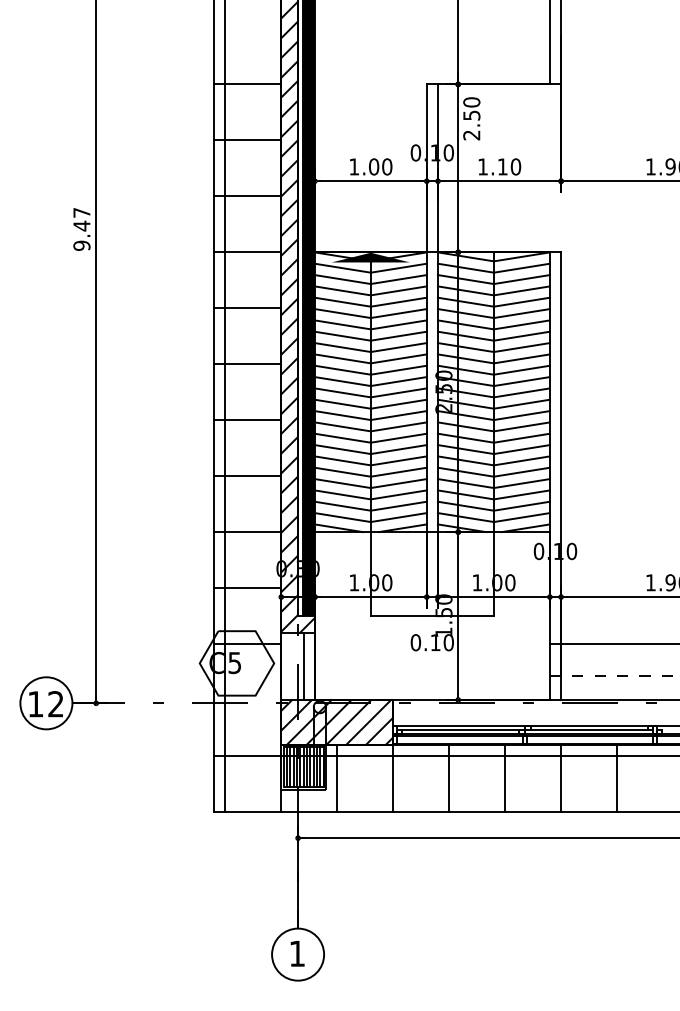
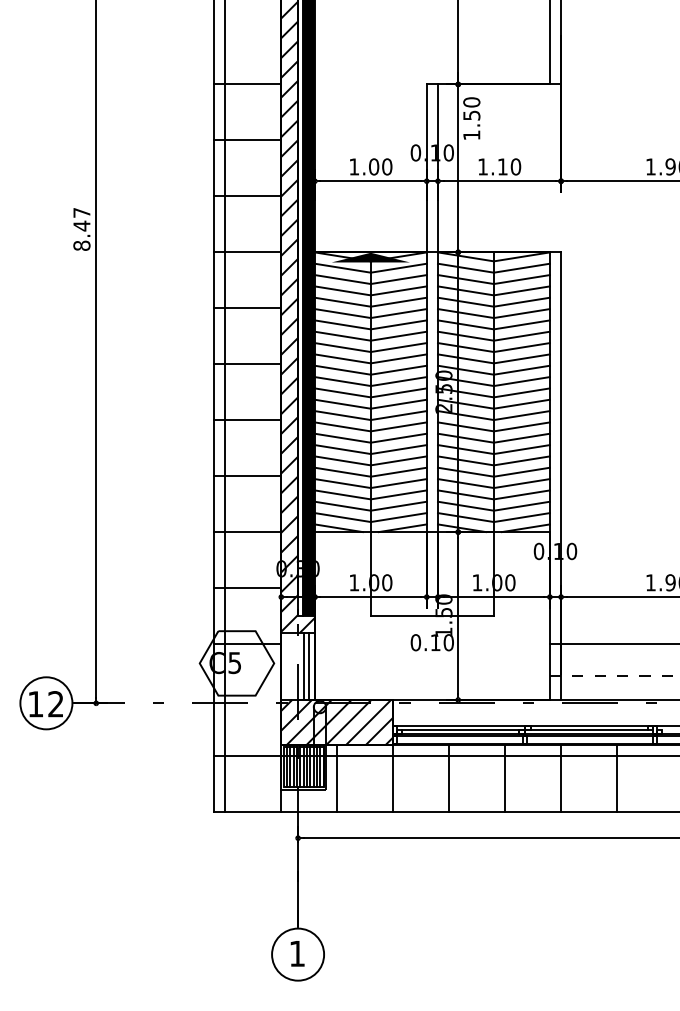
text at (471, 135): 2.50 -> 1.50
text at (81, 245): 9.47 -> 8.47
line at (309, 665): none -> present
